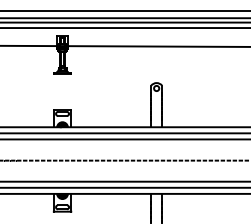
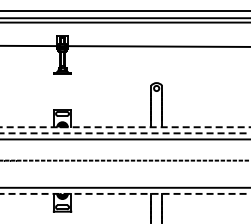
line at (124, 28): present -> none
line at (125, 127): solid -> dashed
line at (125, 133): solid -> dashed
line at (124, 181): present -> none
line at (125, 193): solid -> dashed
